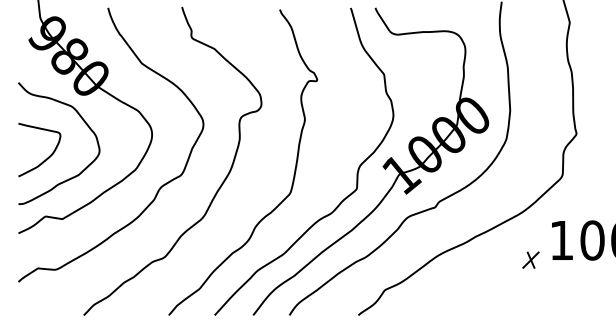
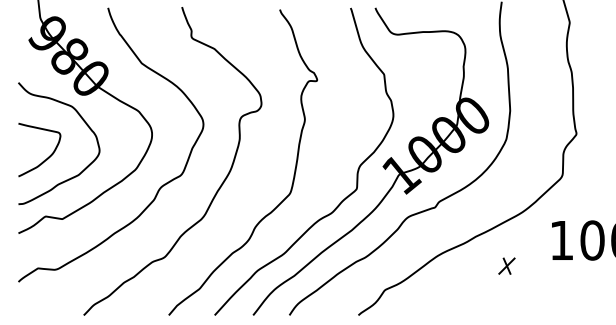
part at (530, 259) position: (530, 259) -> (506, 265)
